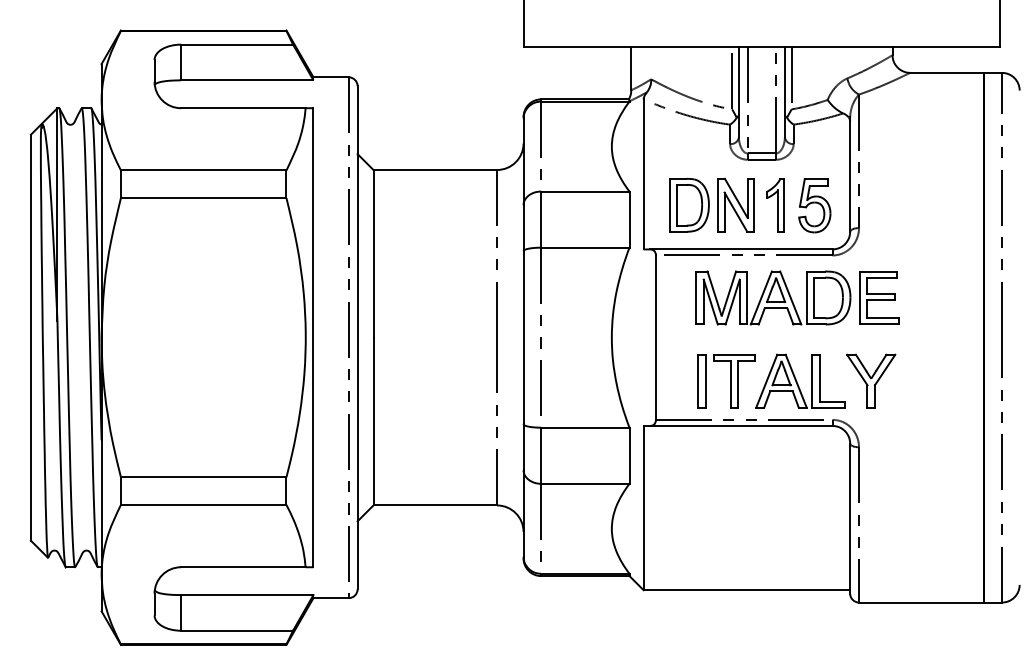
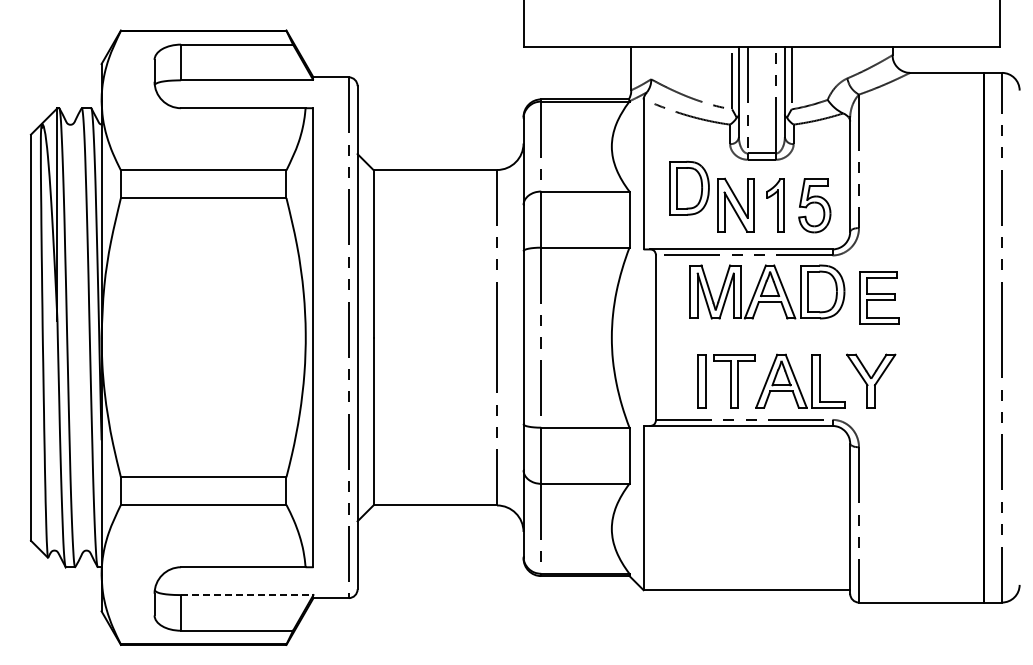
part at (689, 204) position: (689, 204) -> (689, 187)
part at (773, 297) position: (773, 297) -> (767, 291)
line at (247, 595): solid -> dashed
